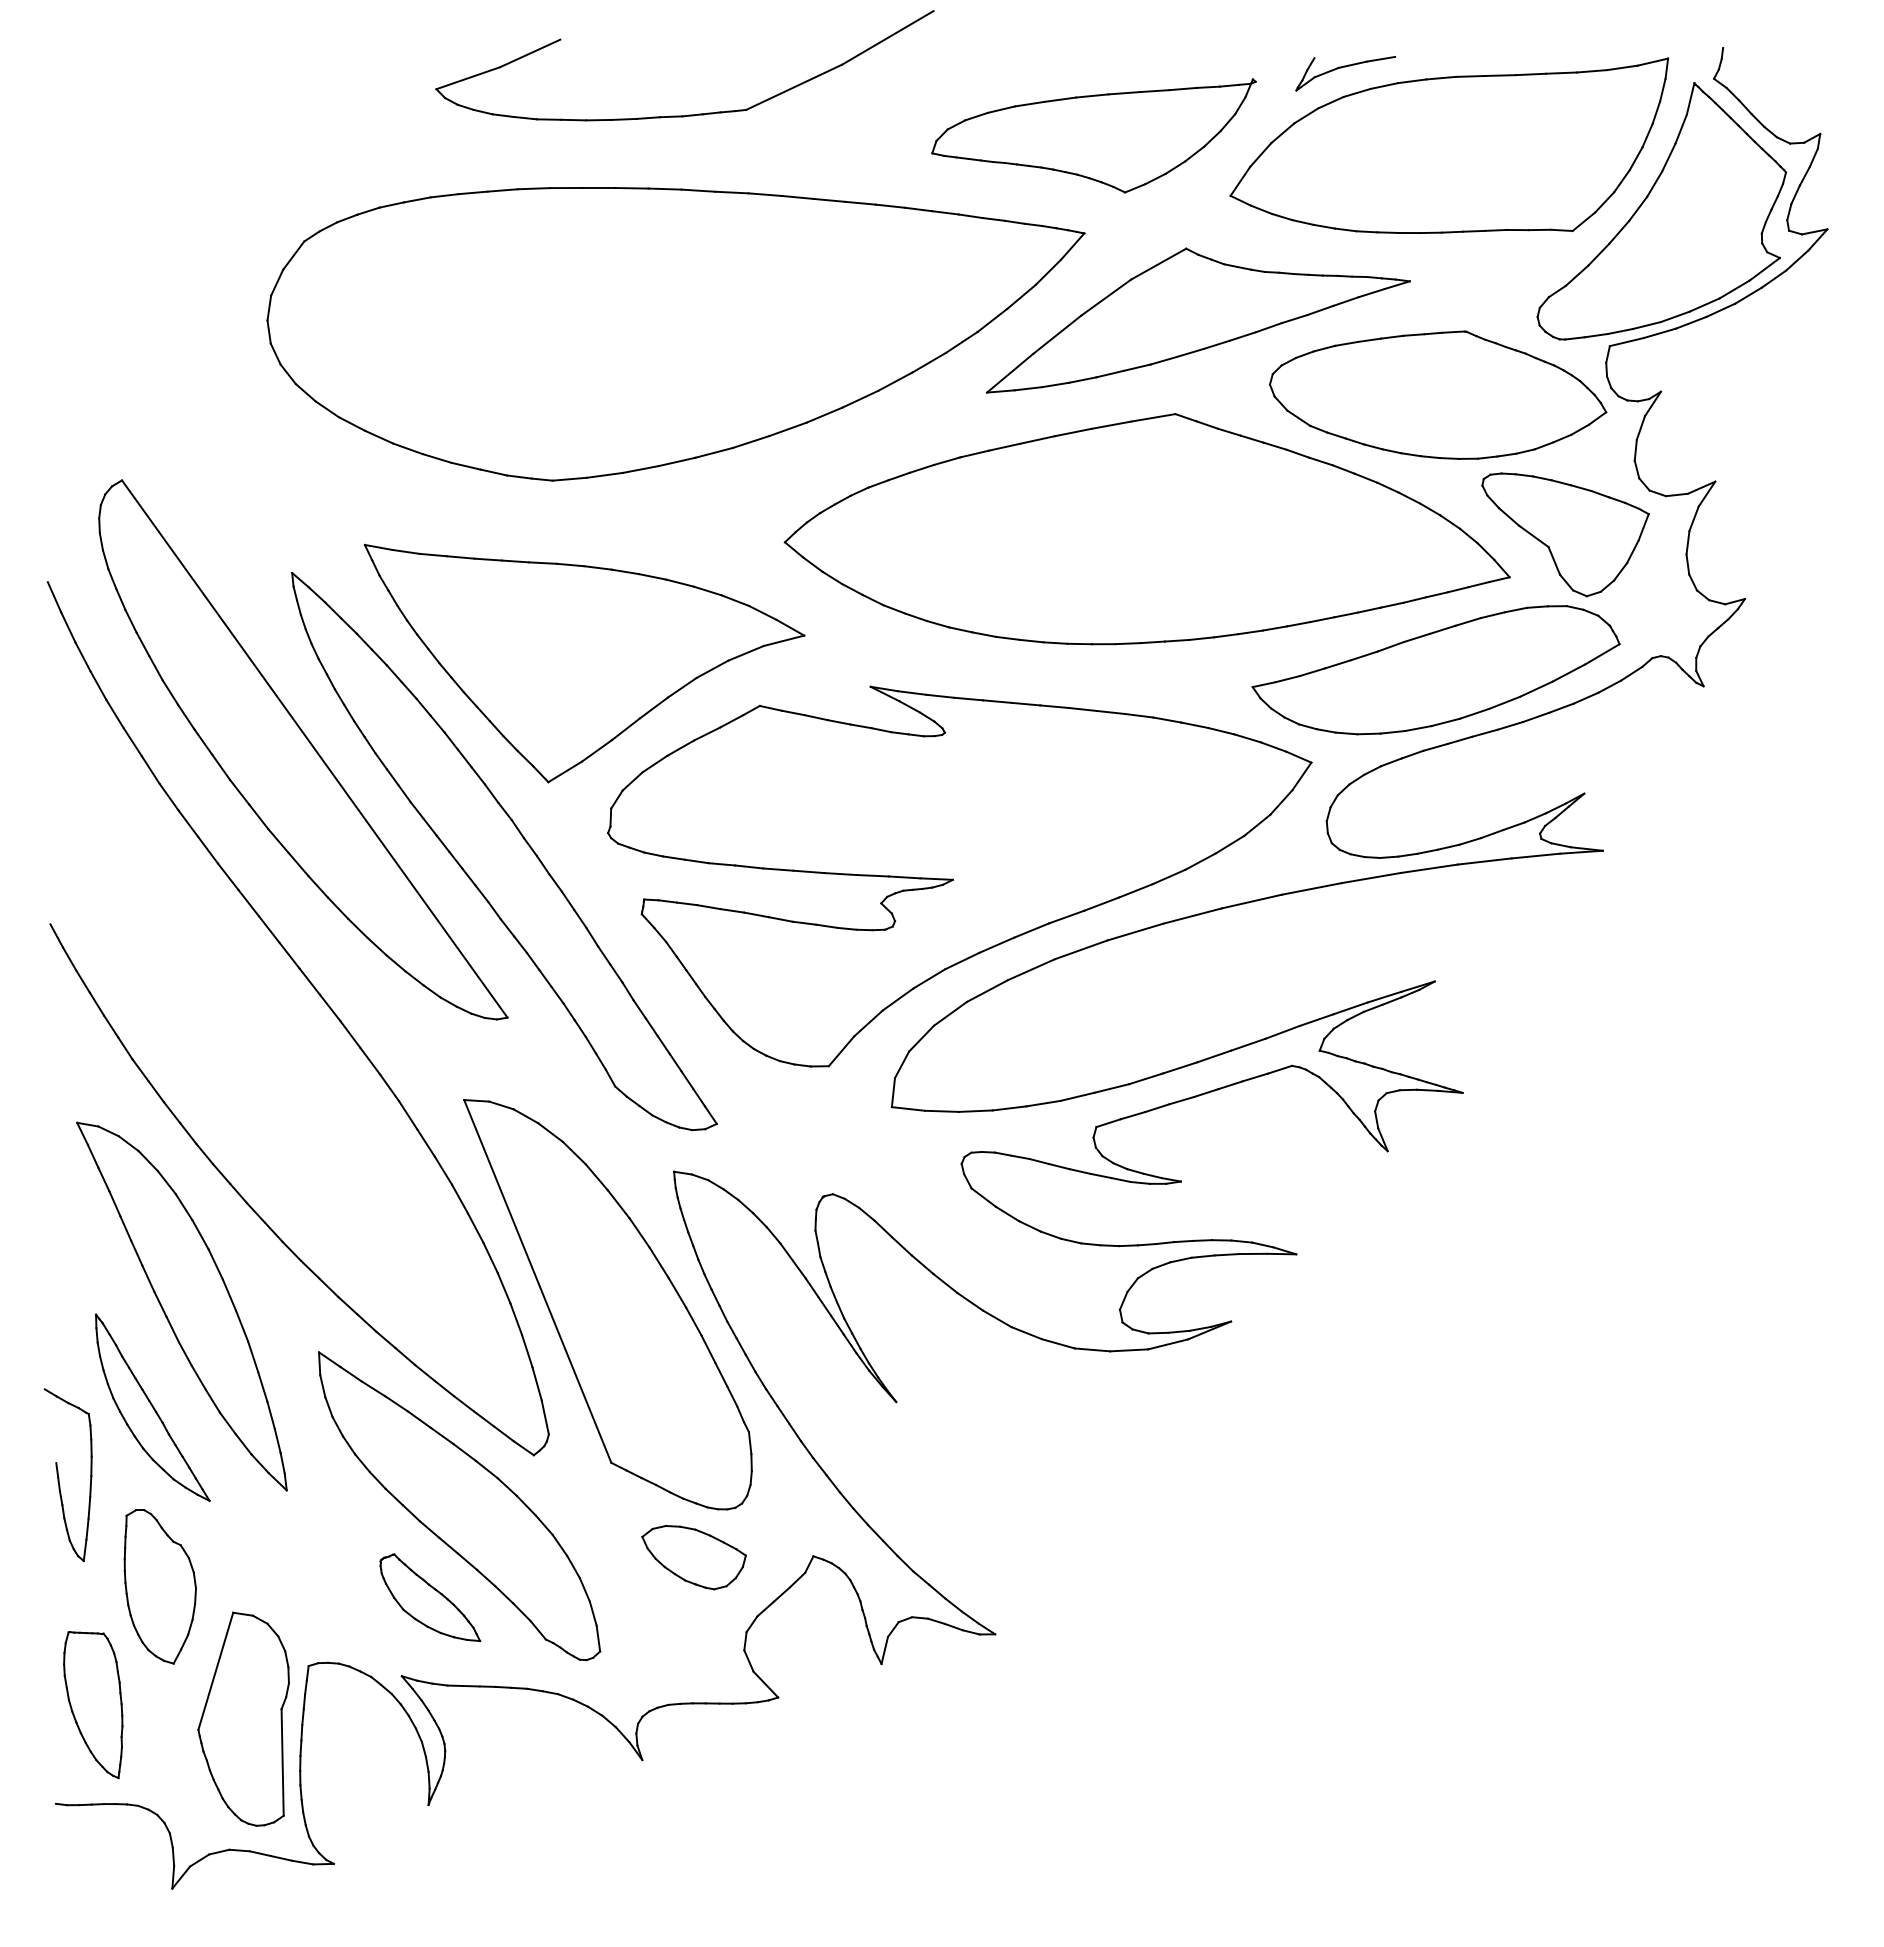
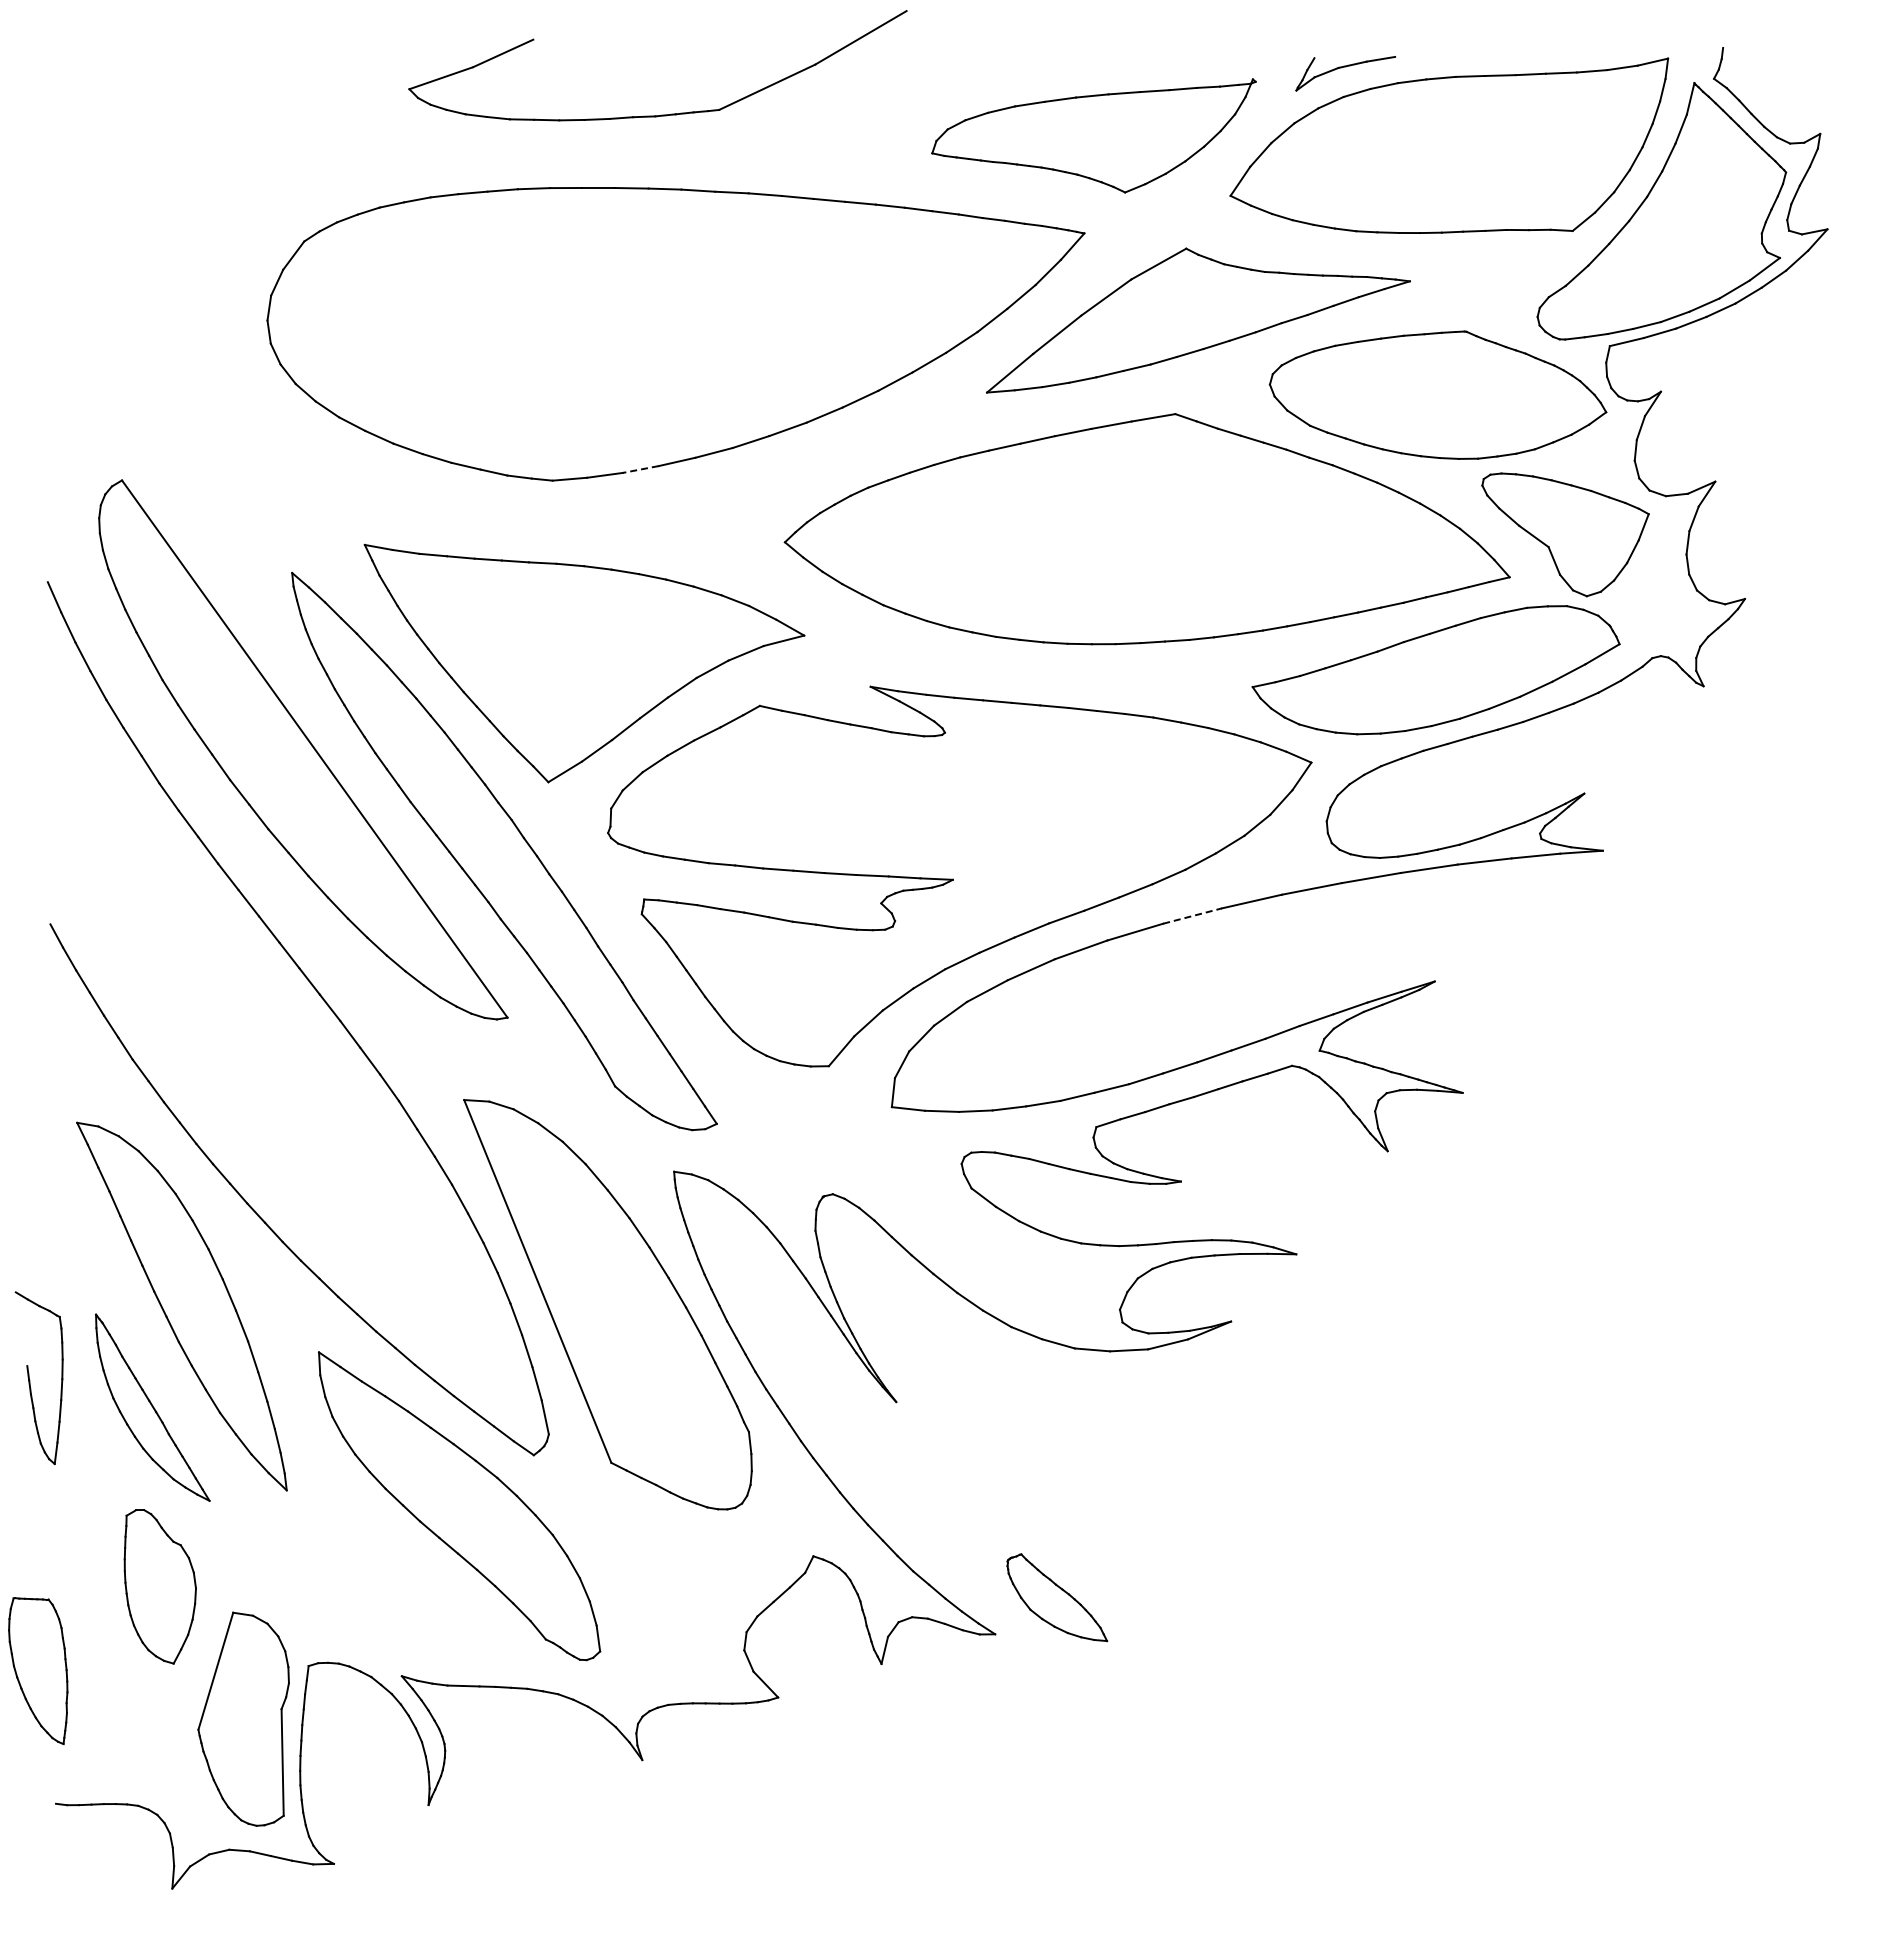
part at (688, 114) position: (688, 114) -> (661, 114)
line at (640, 469): solid -> dashed
line at (1193, 915): solid -> dashed
part at (59, 1477) position: (59, 1477) -> (30, 1380)
part at (693, 1557): present -> none
part at (430, 1597) position: (430, 1597) -> (1057, 1597)
part at (93, 1705) position: (93, 1705) -> (38, 1671)
